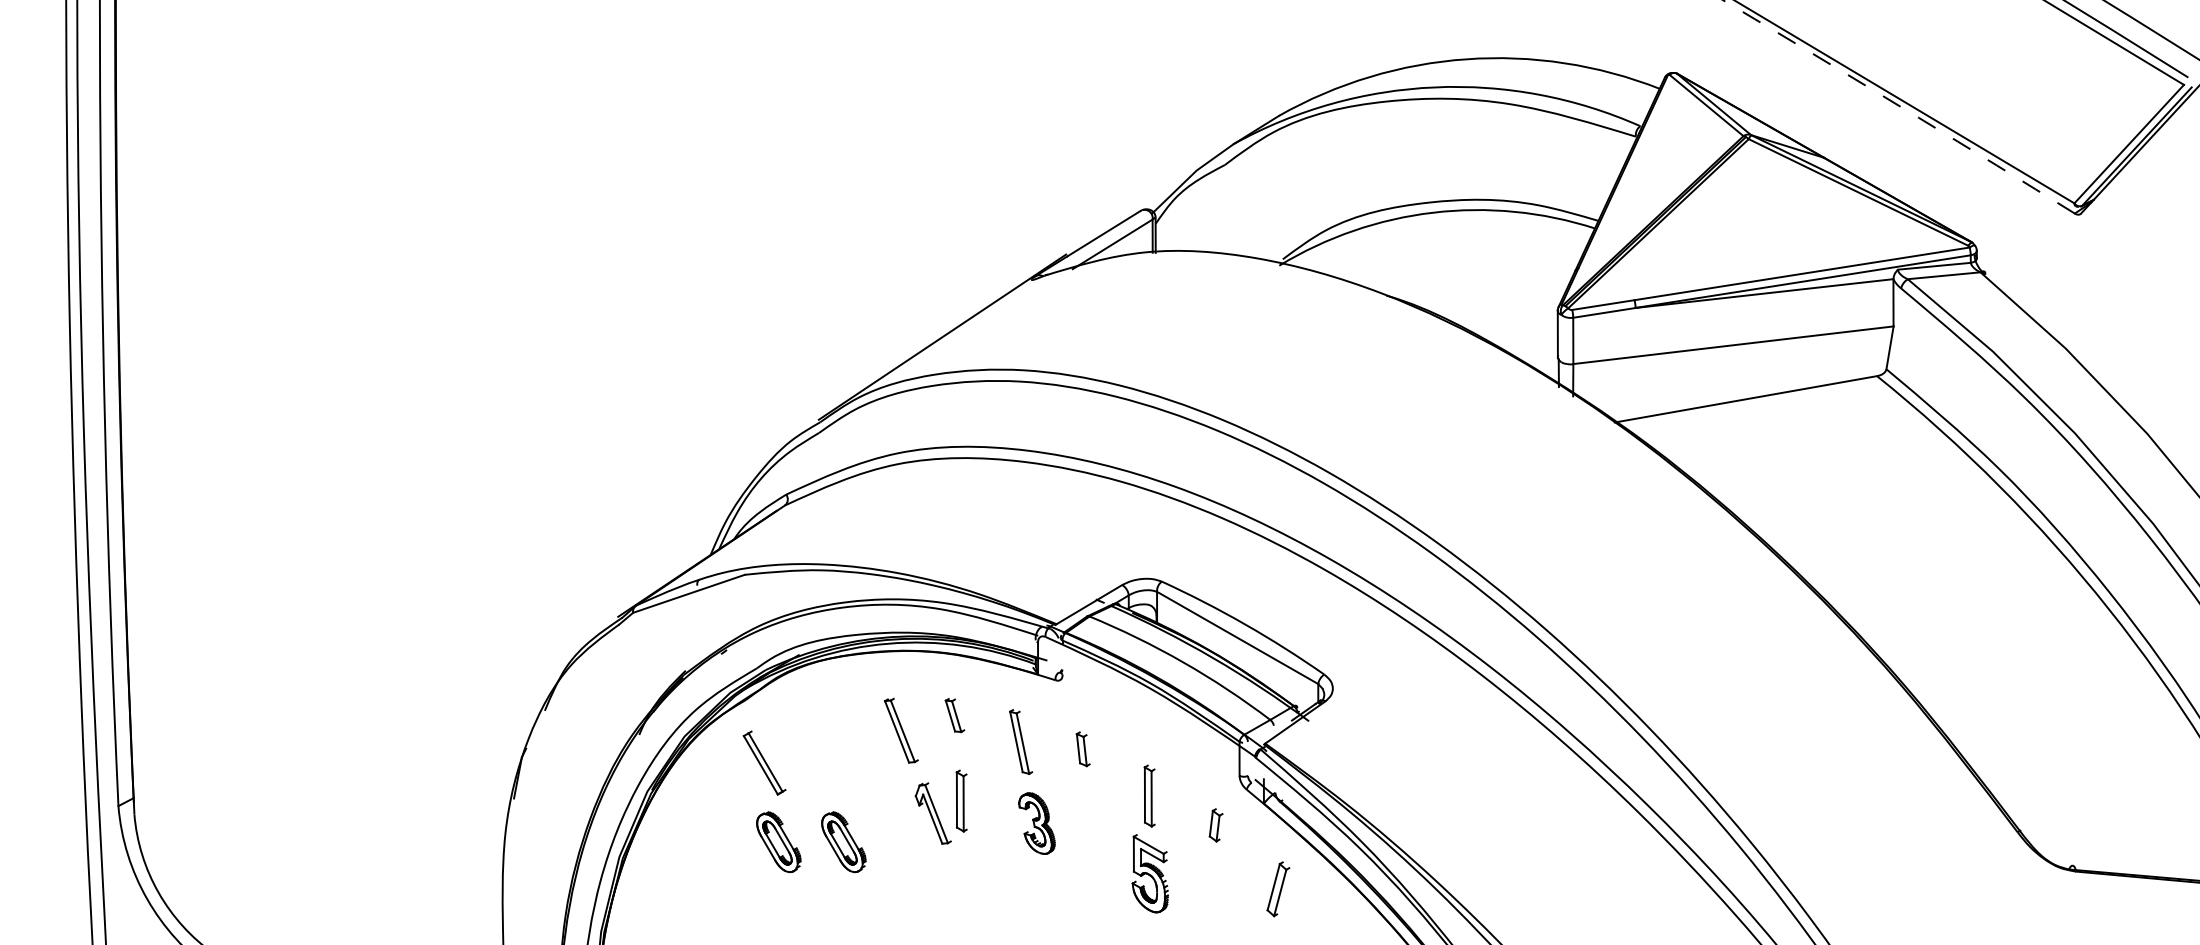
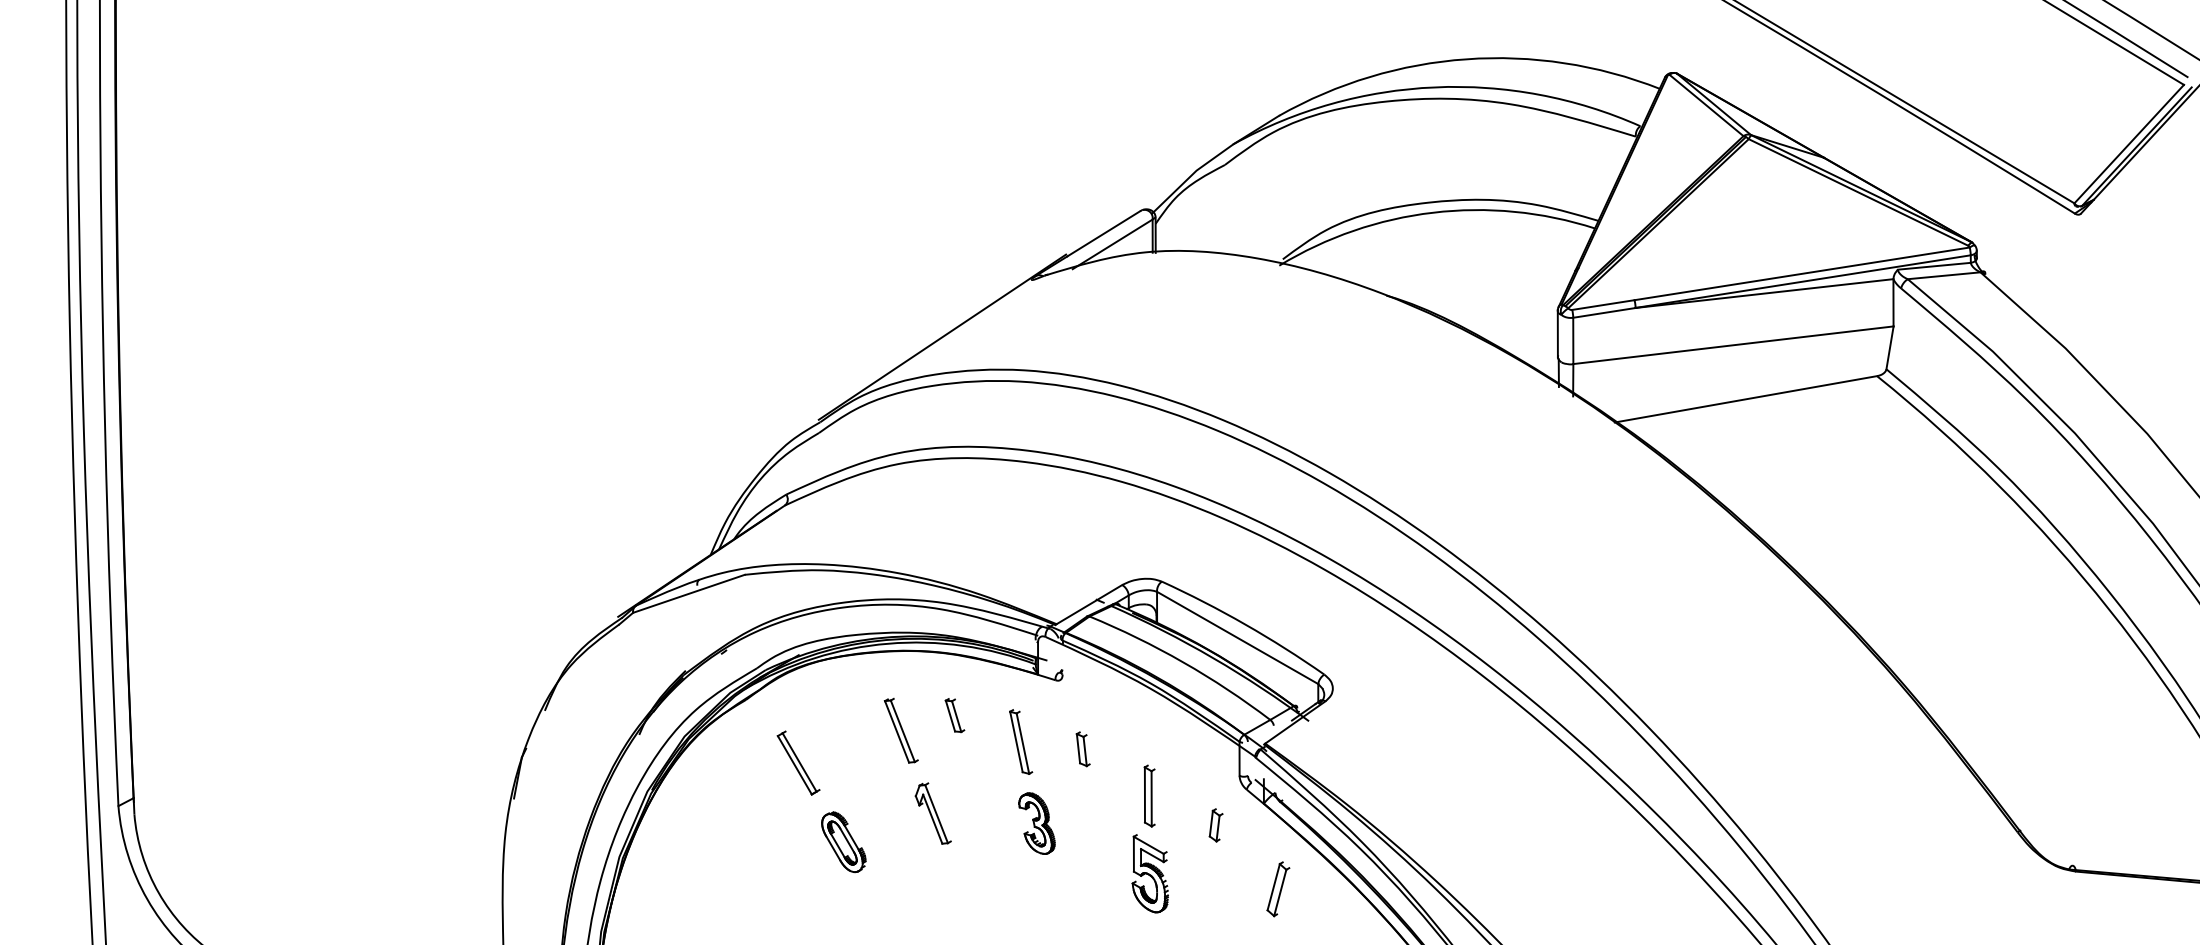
arc at (1899, 105): dashed -> solid
part at (764, 762) position: (764, 762) -> (798, 762)
part at (961, 800): present -> none
part at (778, 842): present -> none
